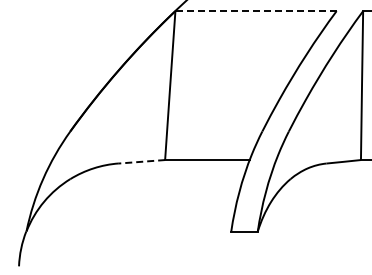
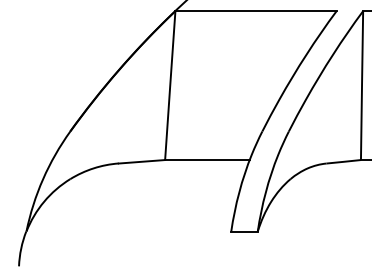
line at (256, 11): dashed -> solid
line at (141, 161): dashed -> solid
